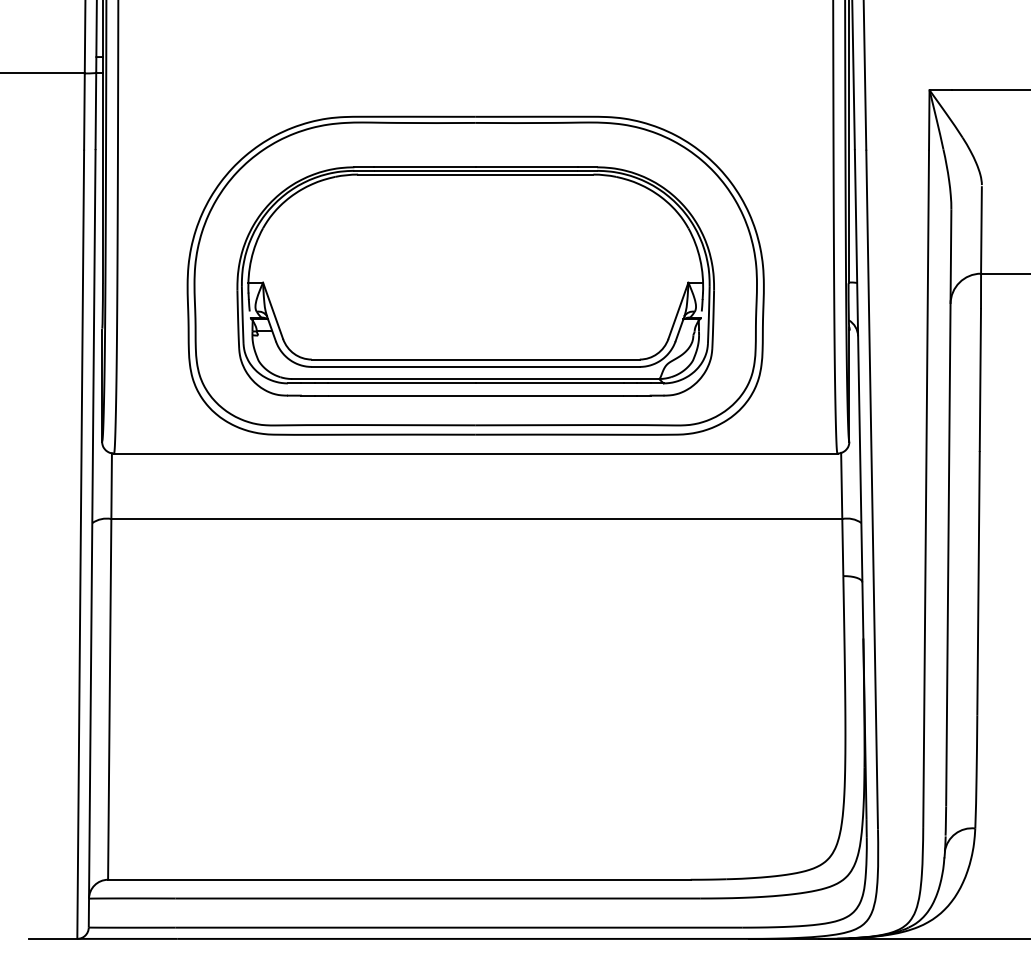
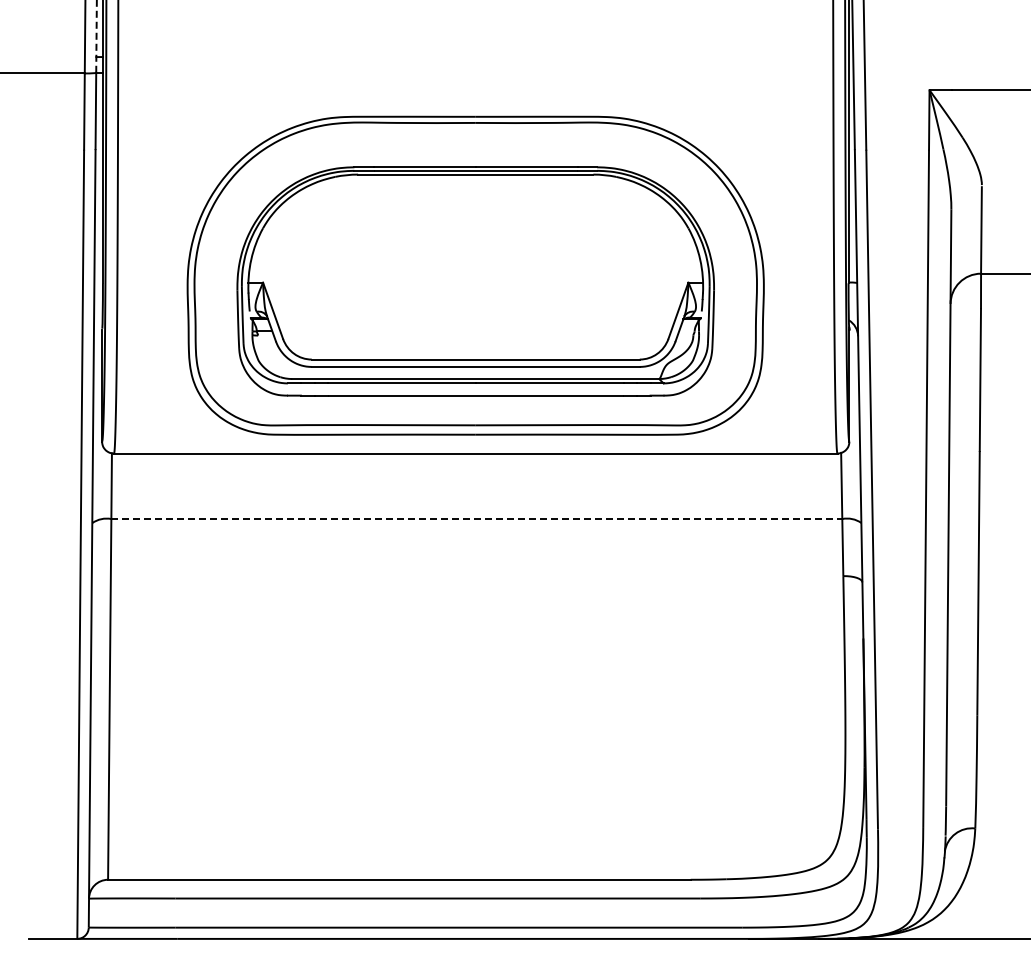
line at (96, 36): solid -> dashed
line at (477, 519): solid -> dashed
